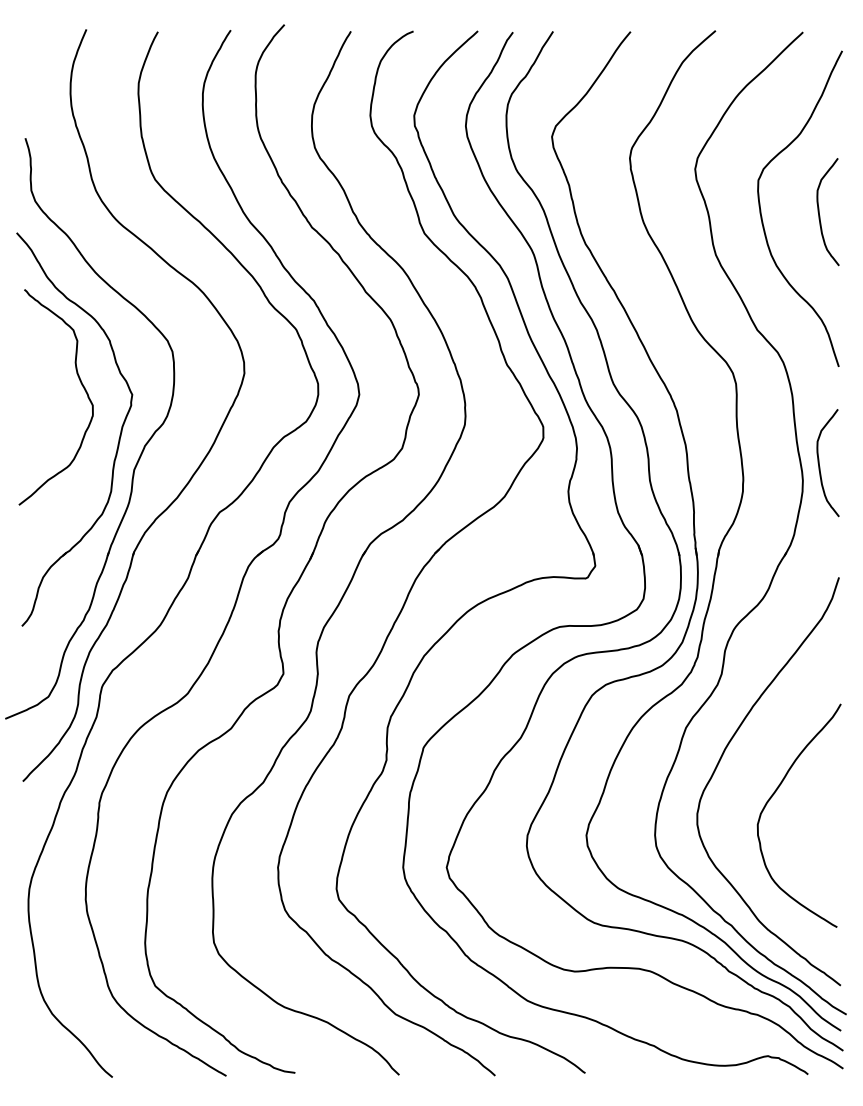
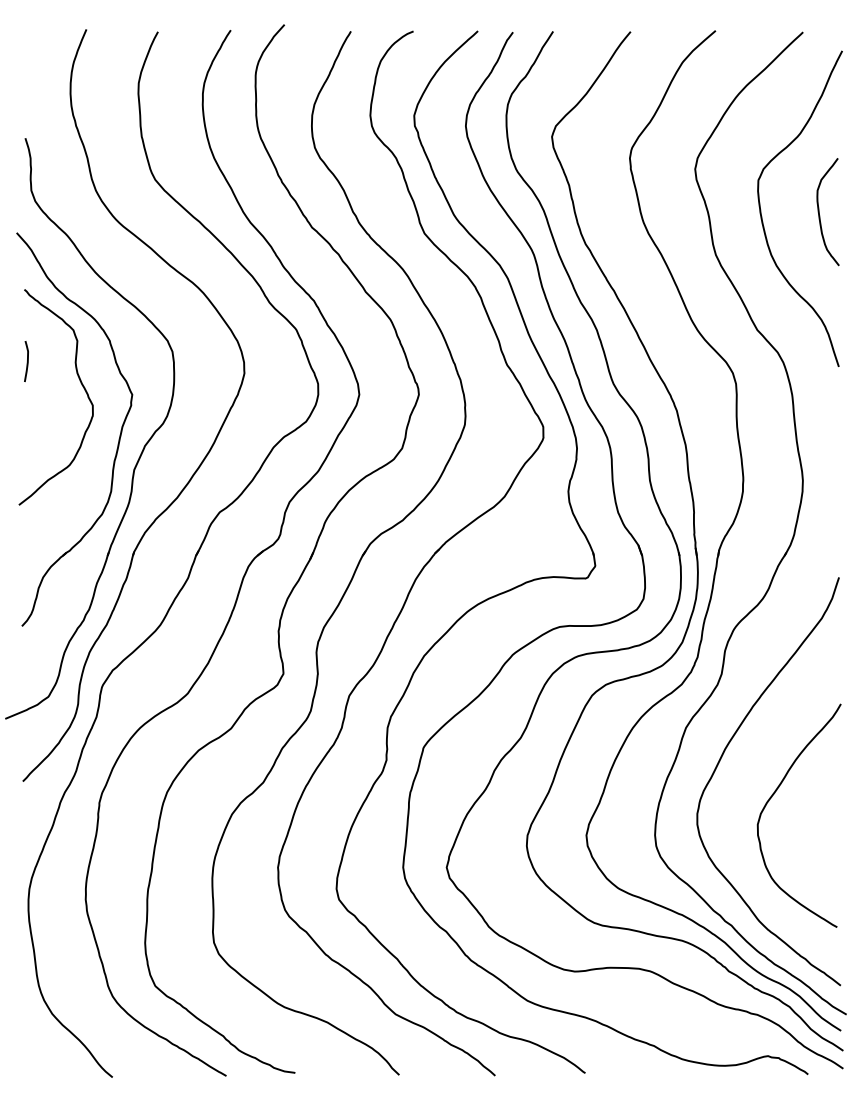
curve at (27, 361): none -> present
curve at (820, 466): present -> none
